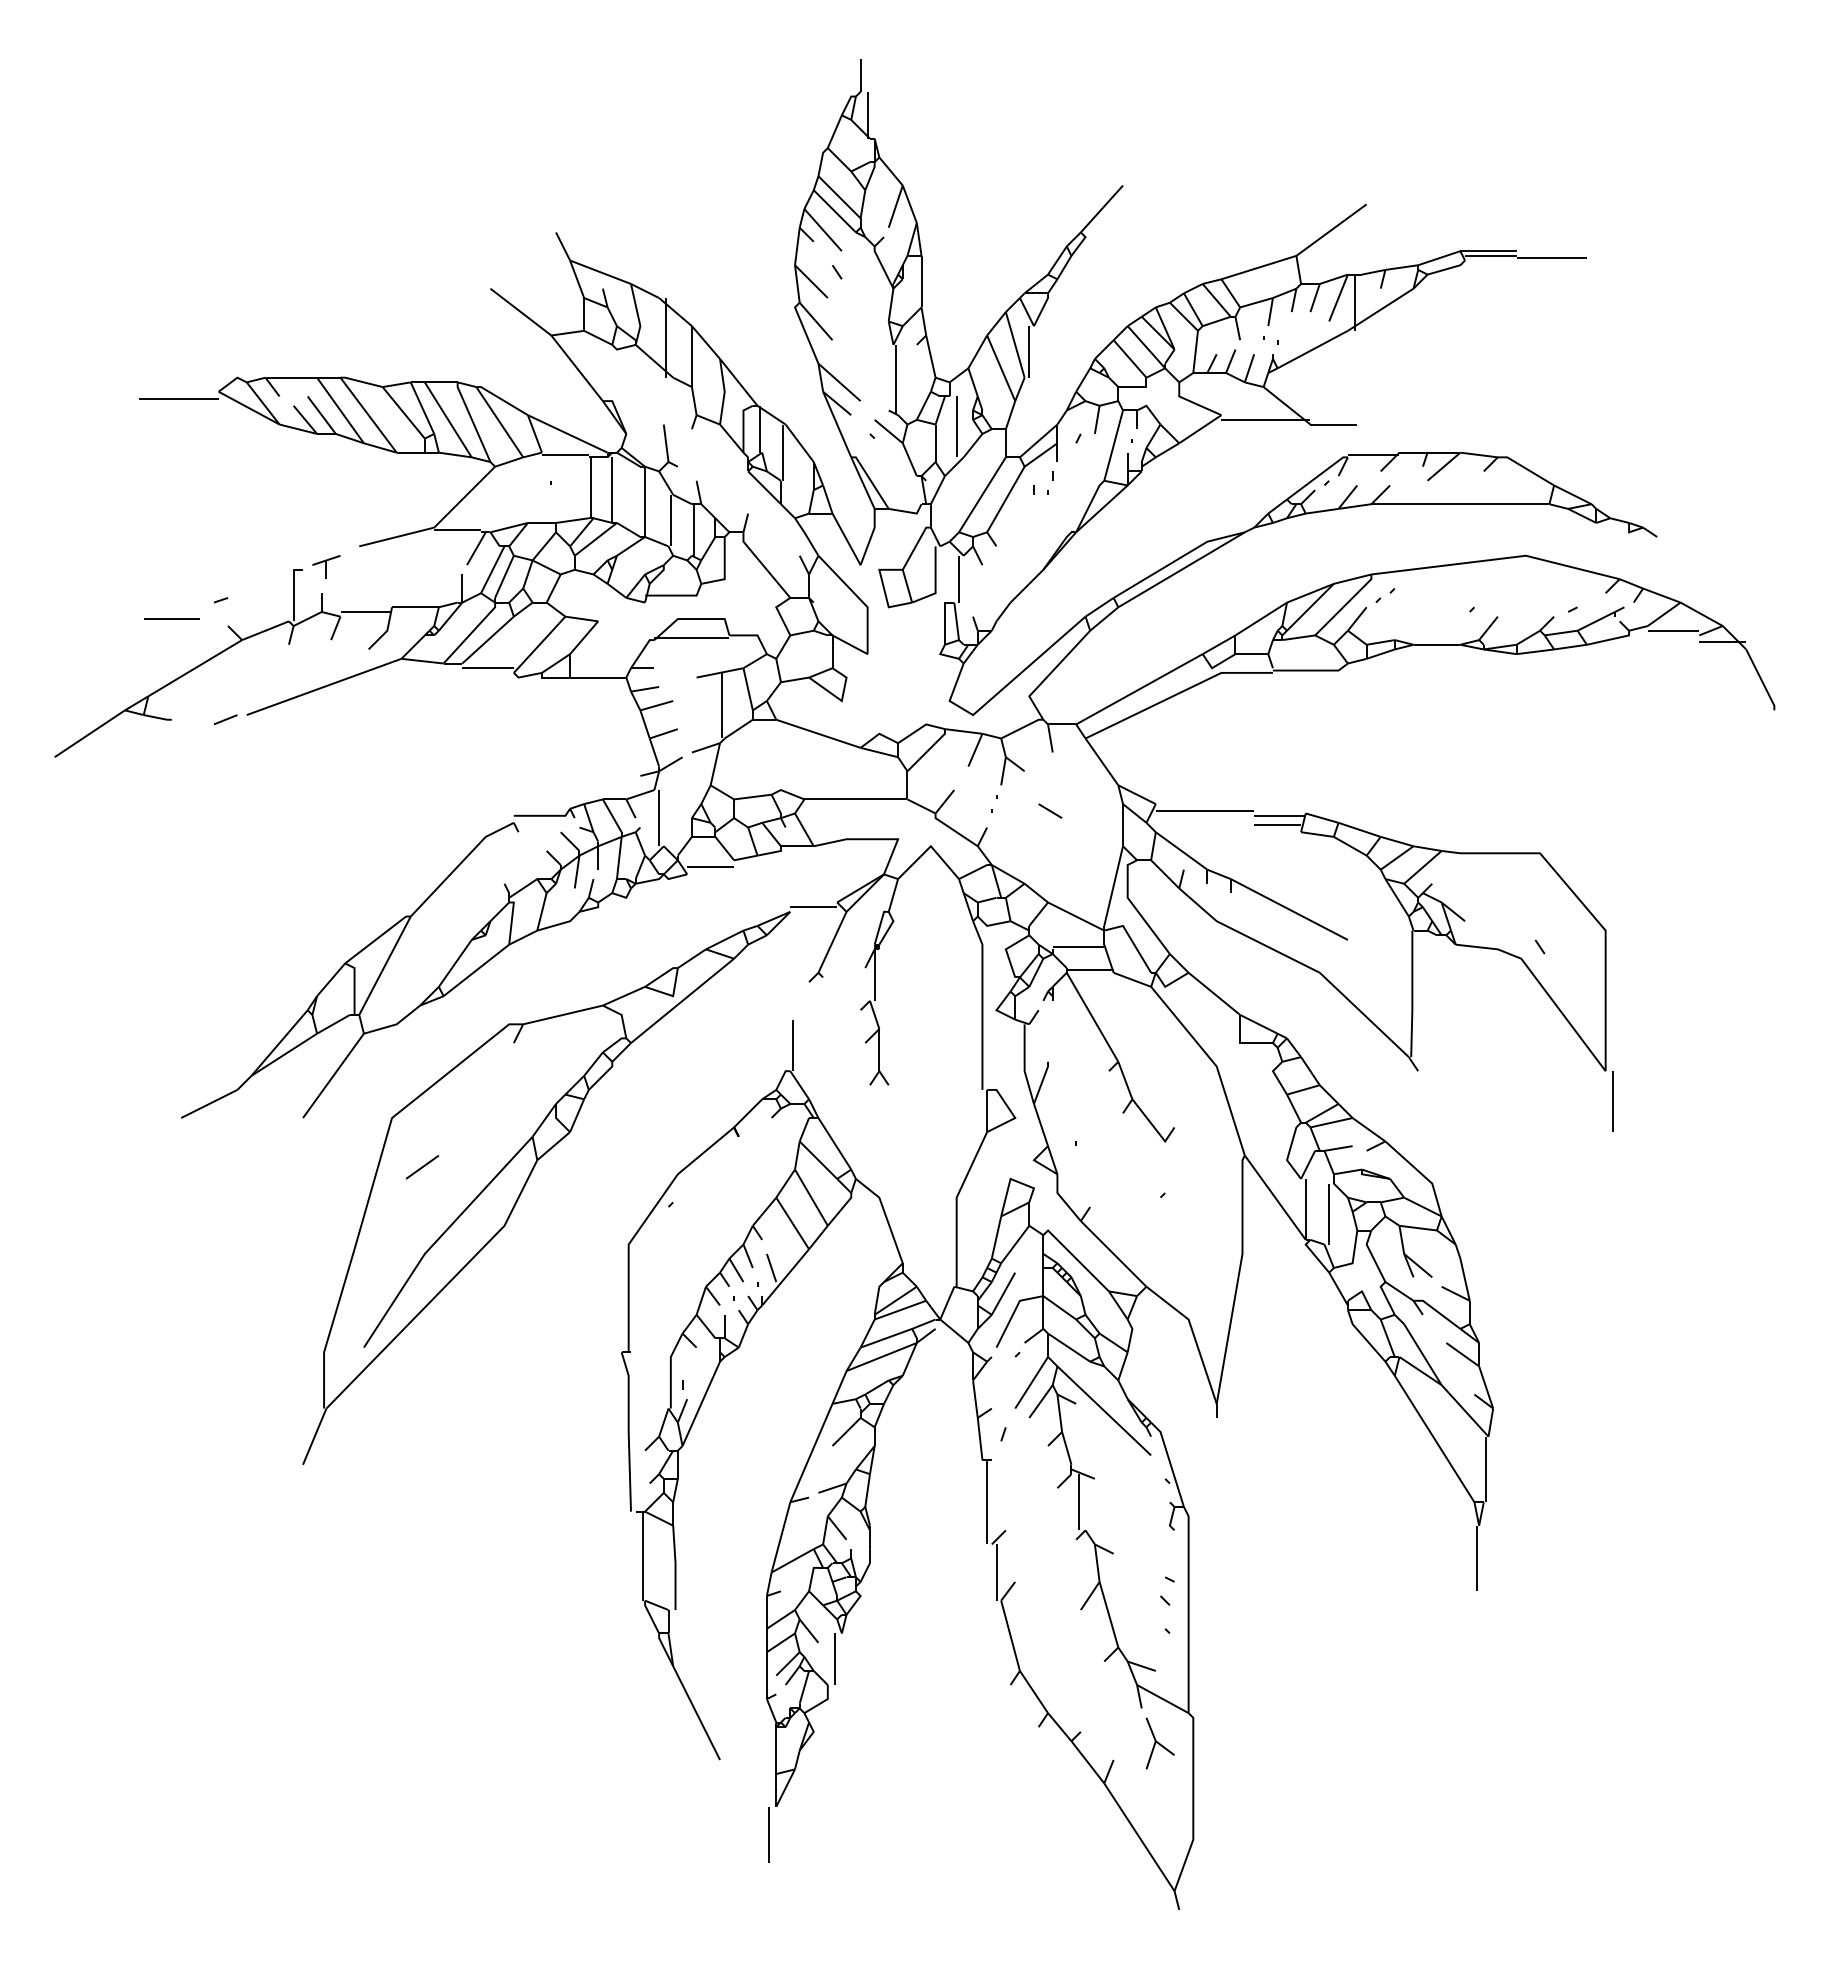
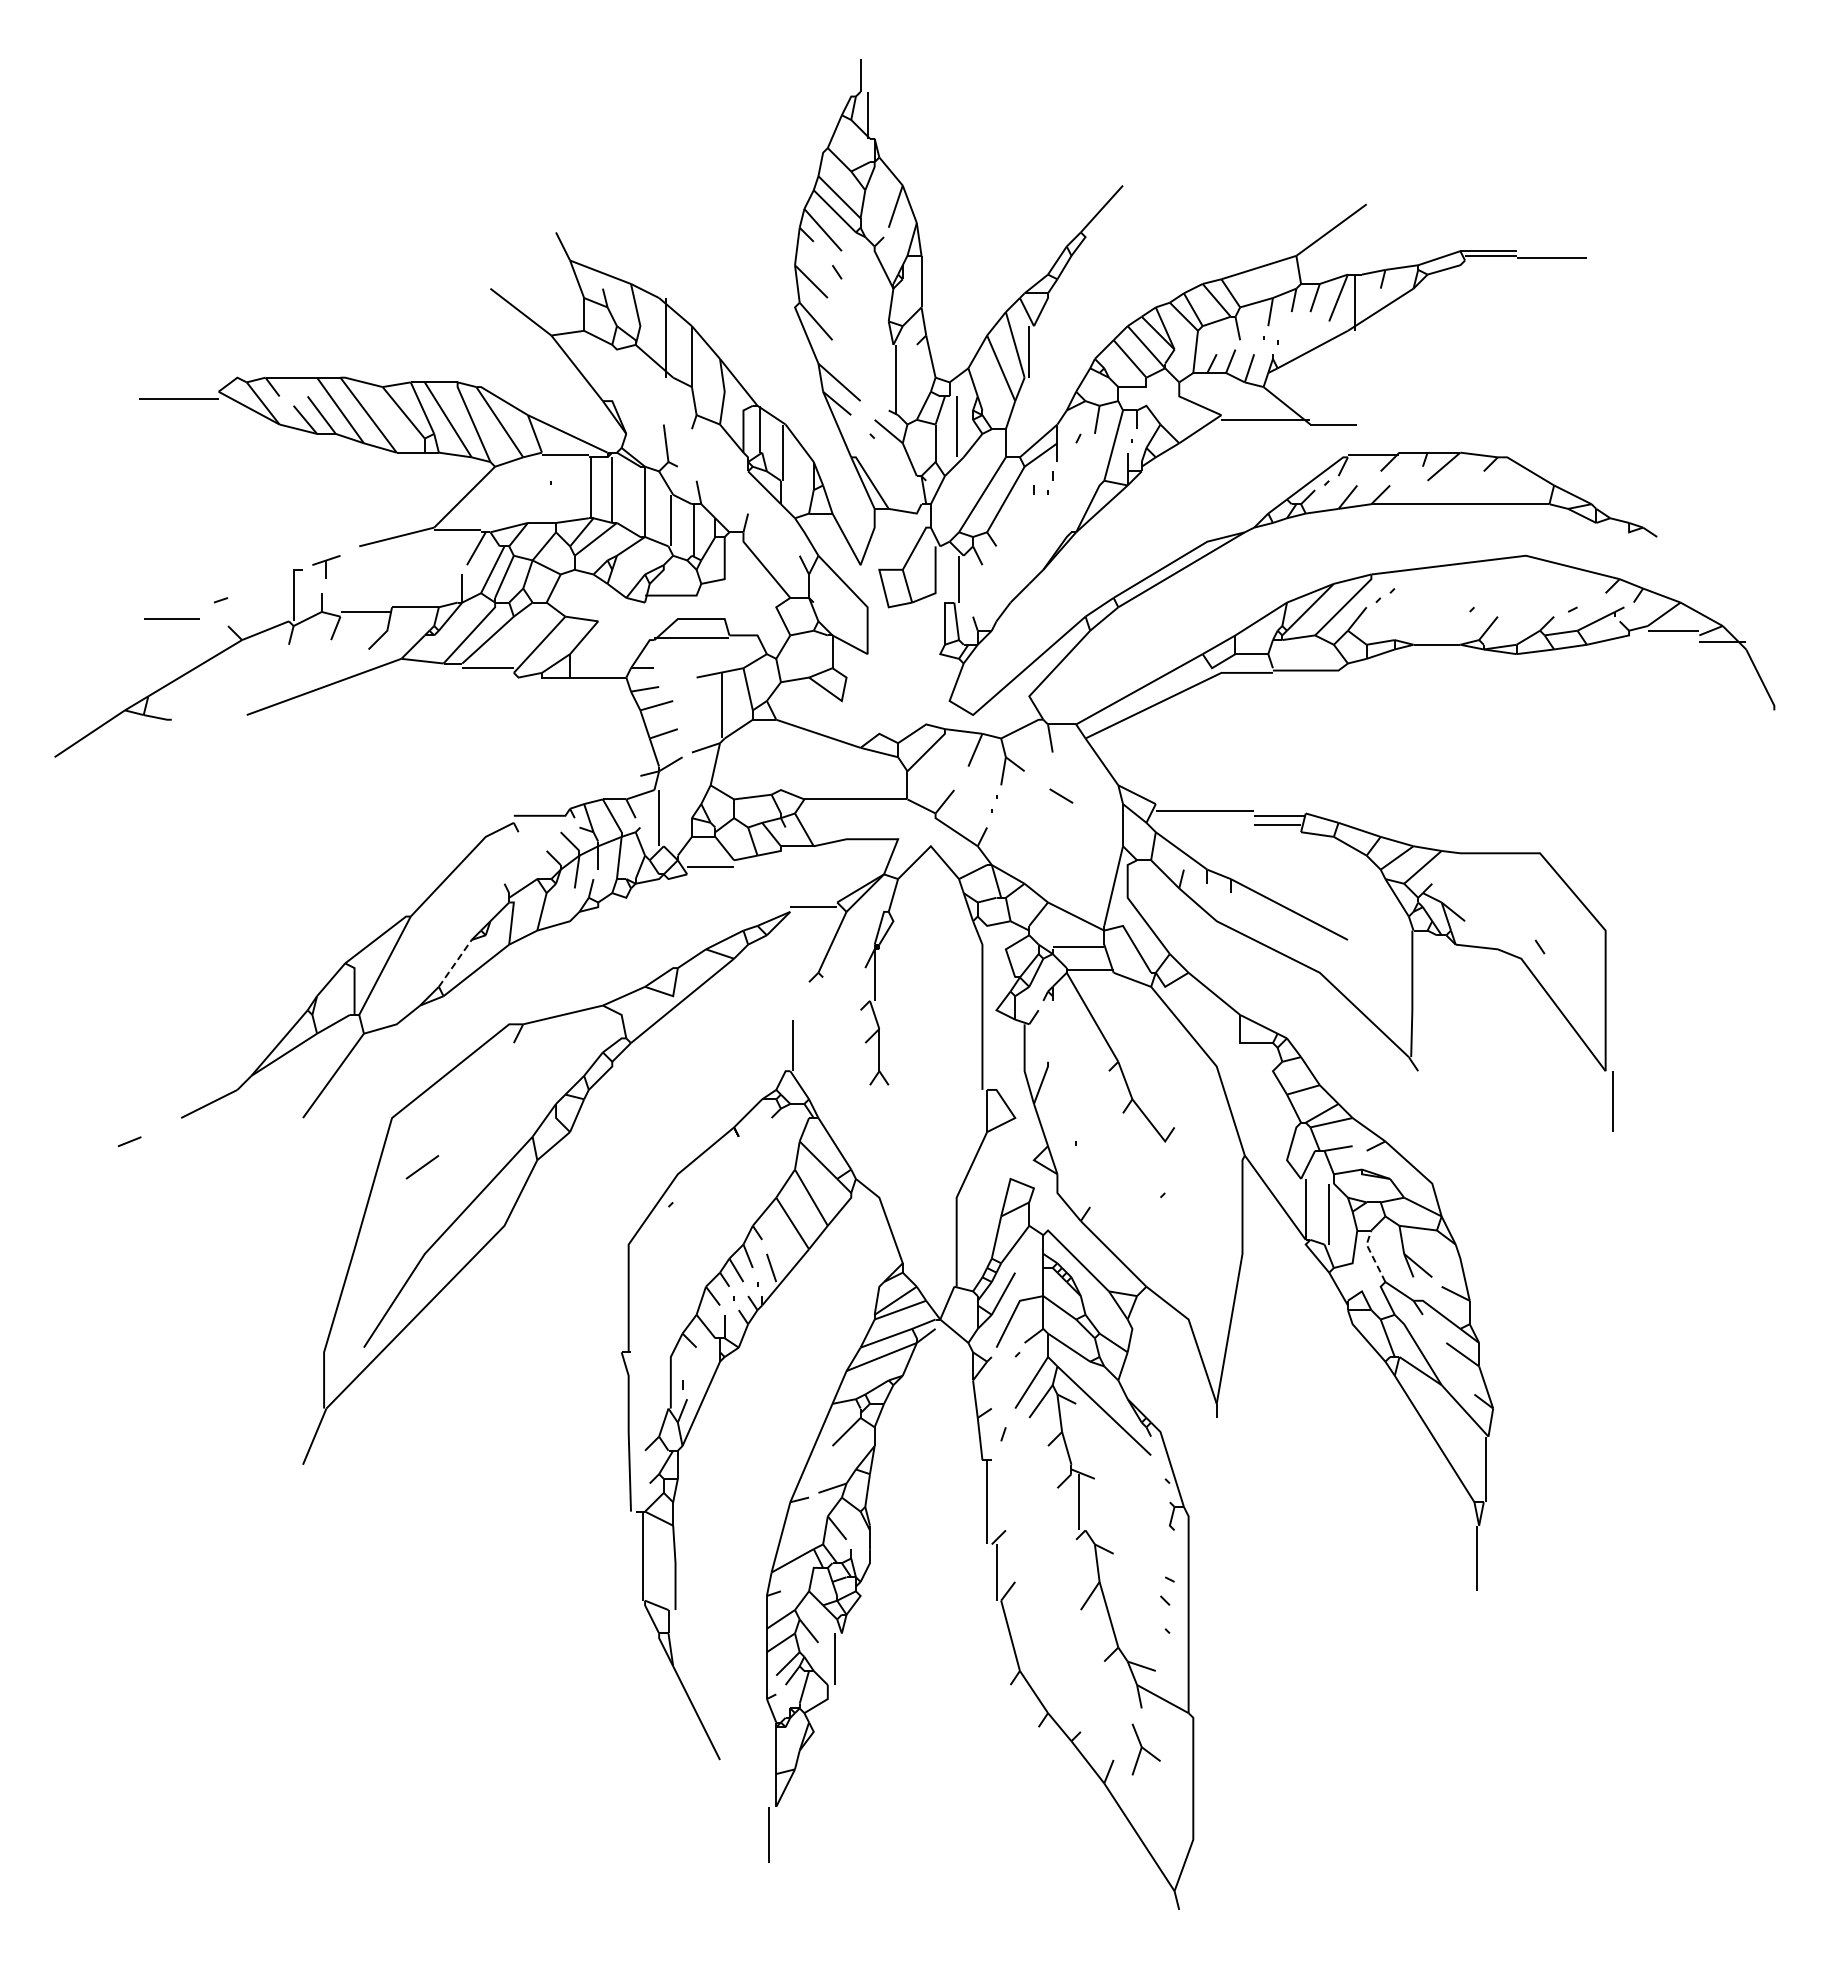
line at (225, 719) position: (225, 719) -> (129, 1141)
line at (1050, 810) position: (1050, 810) -> (1061, 795)
line at (455, 963): solid -> dashed
line at (1372, 1256): solid -> dashed
part at (1159, 1743) position: (1159, 1743) -> (1145, 1749)
